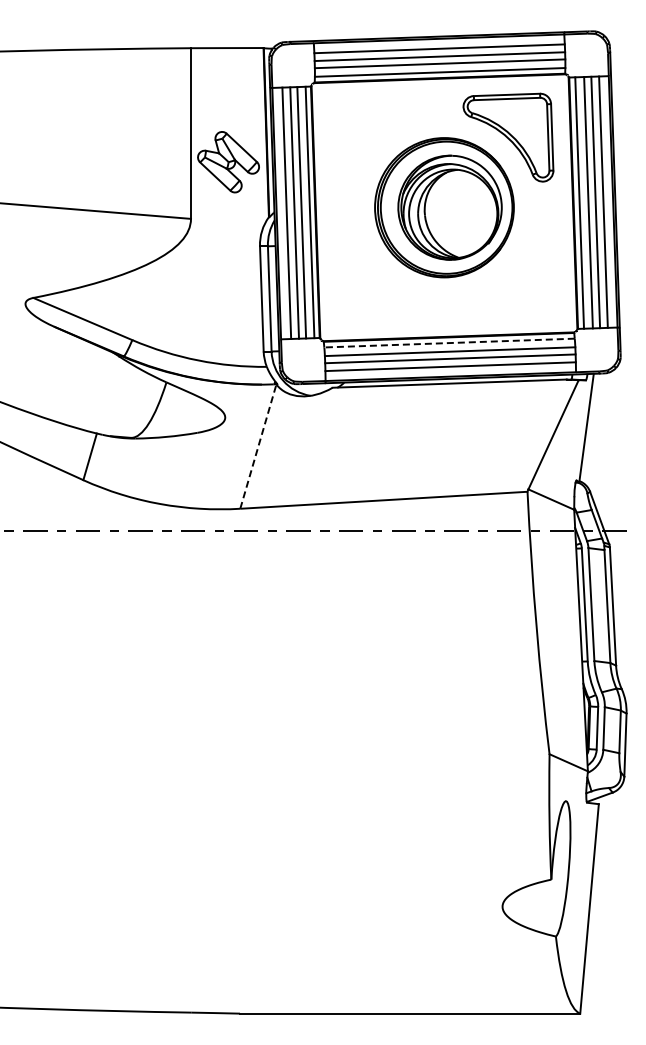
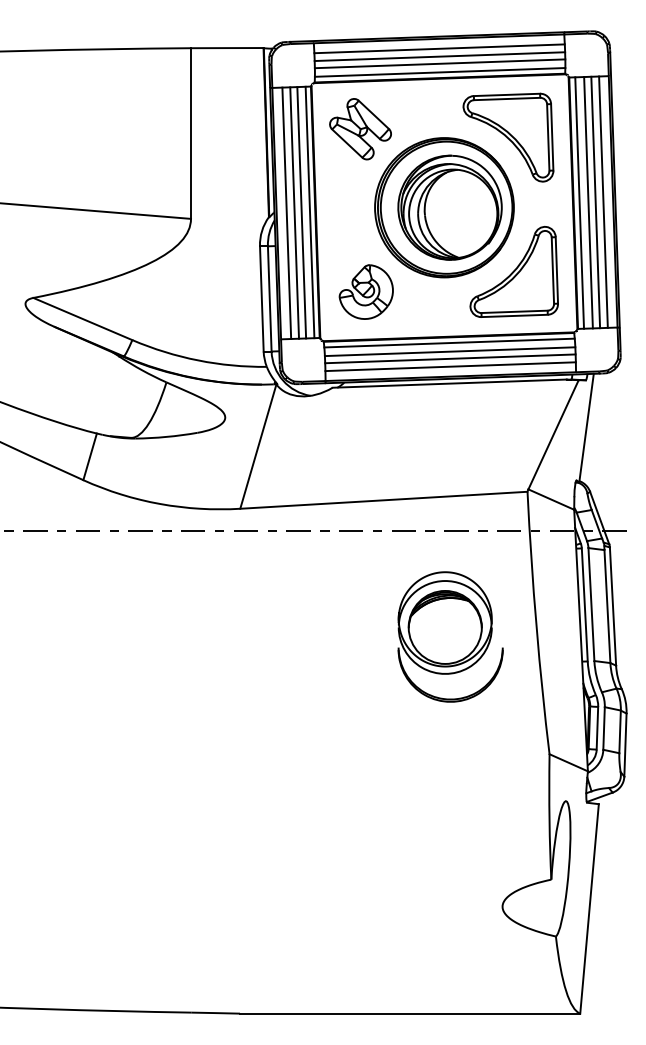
part at (228, 162) position: (228, 162) -> (360, 129)
part at (513, 271): none -> present
part at (365, 291): none -> present
line at (449, 343): dashed -> solid
line at (258, 446): dashed -> solid
part at (450, 636): none -> present
